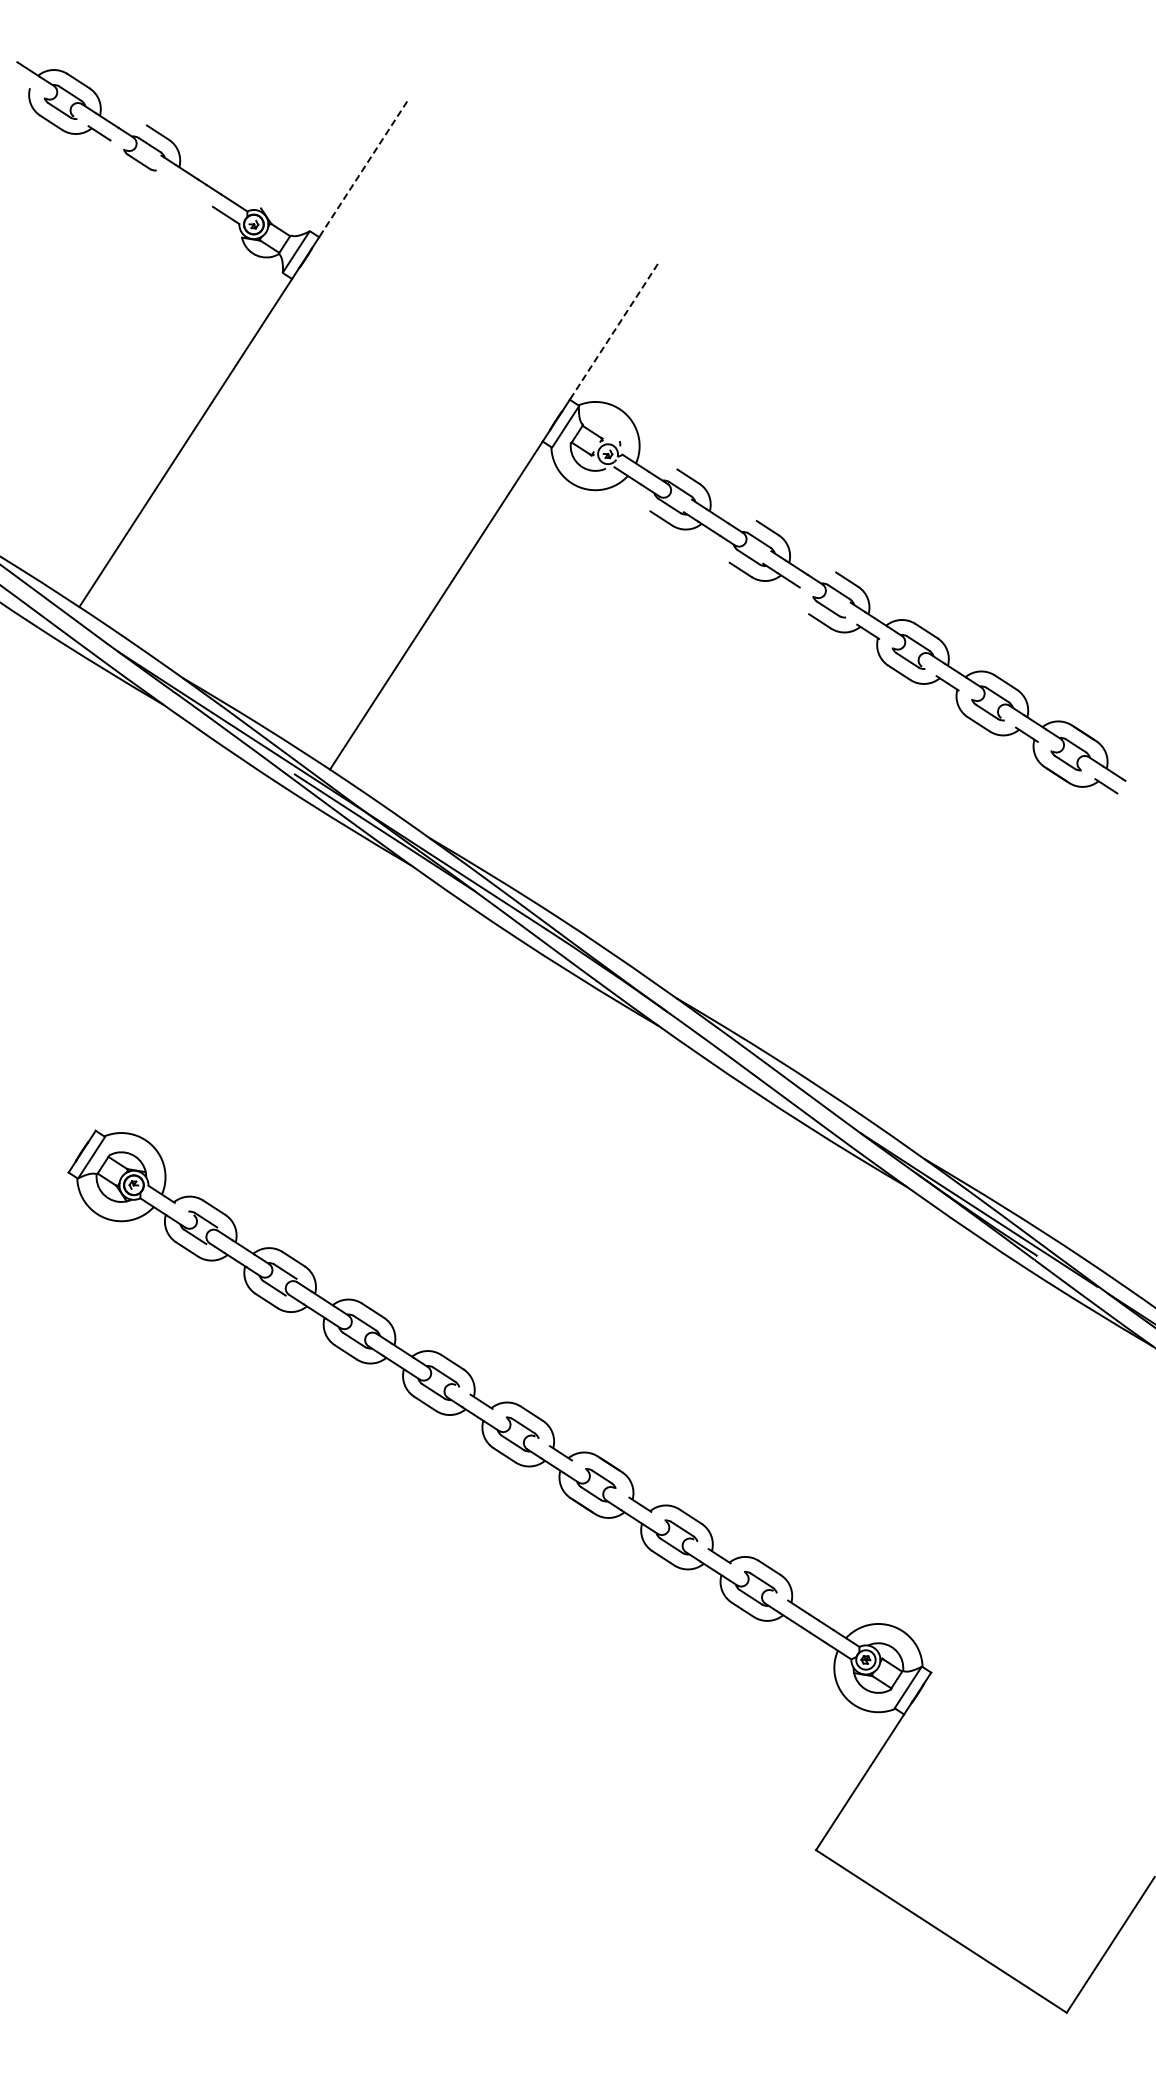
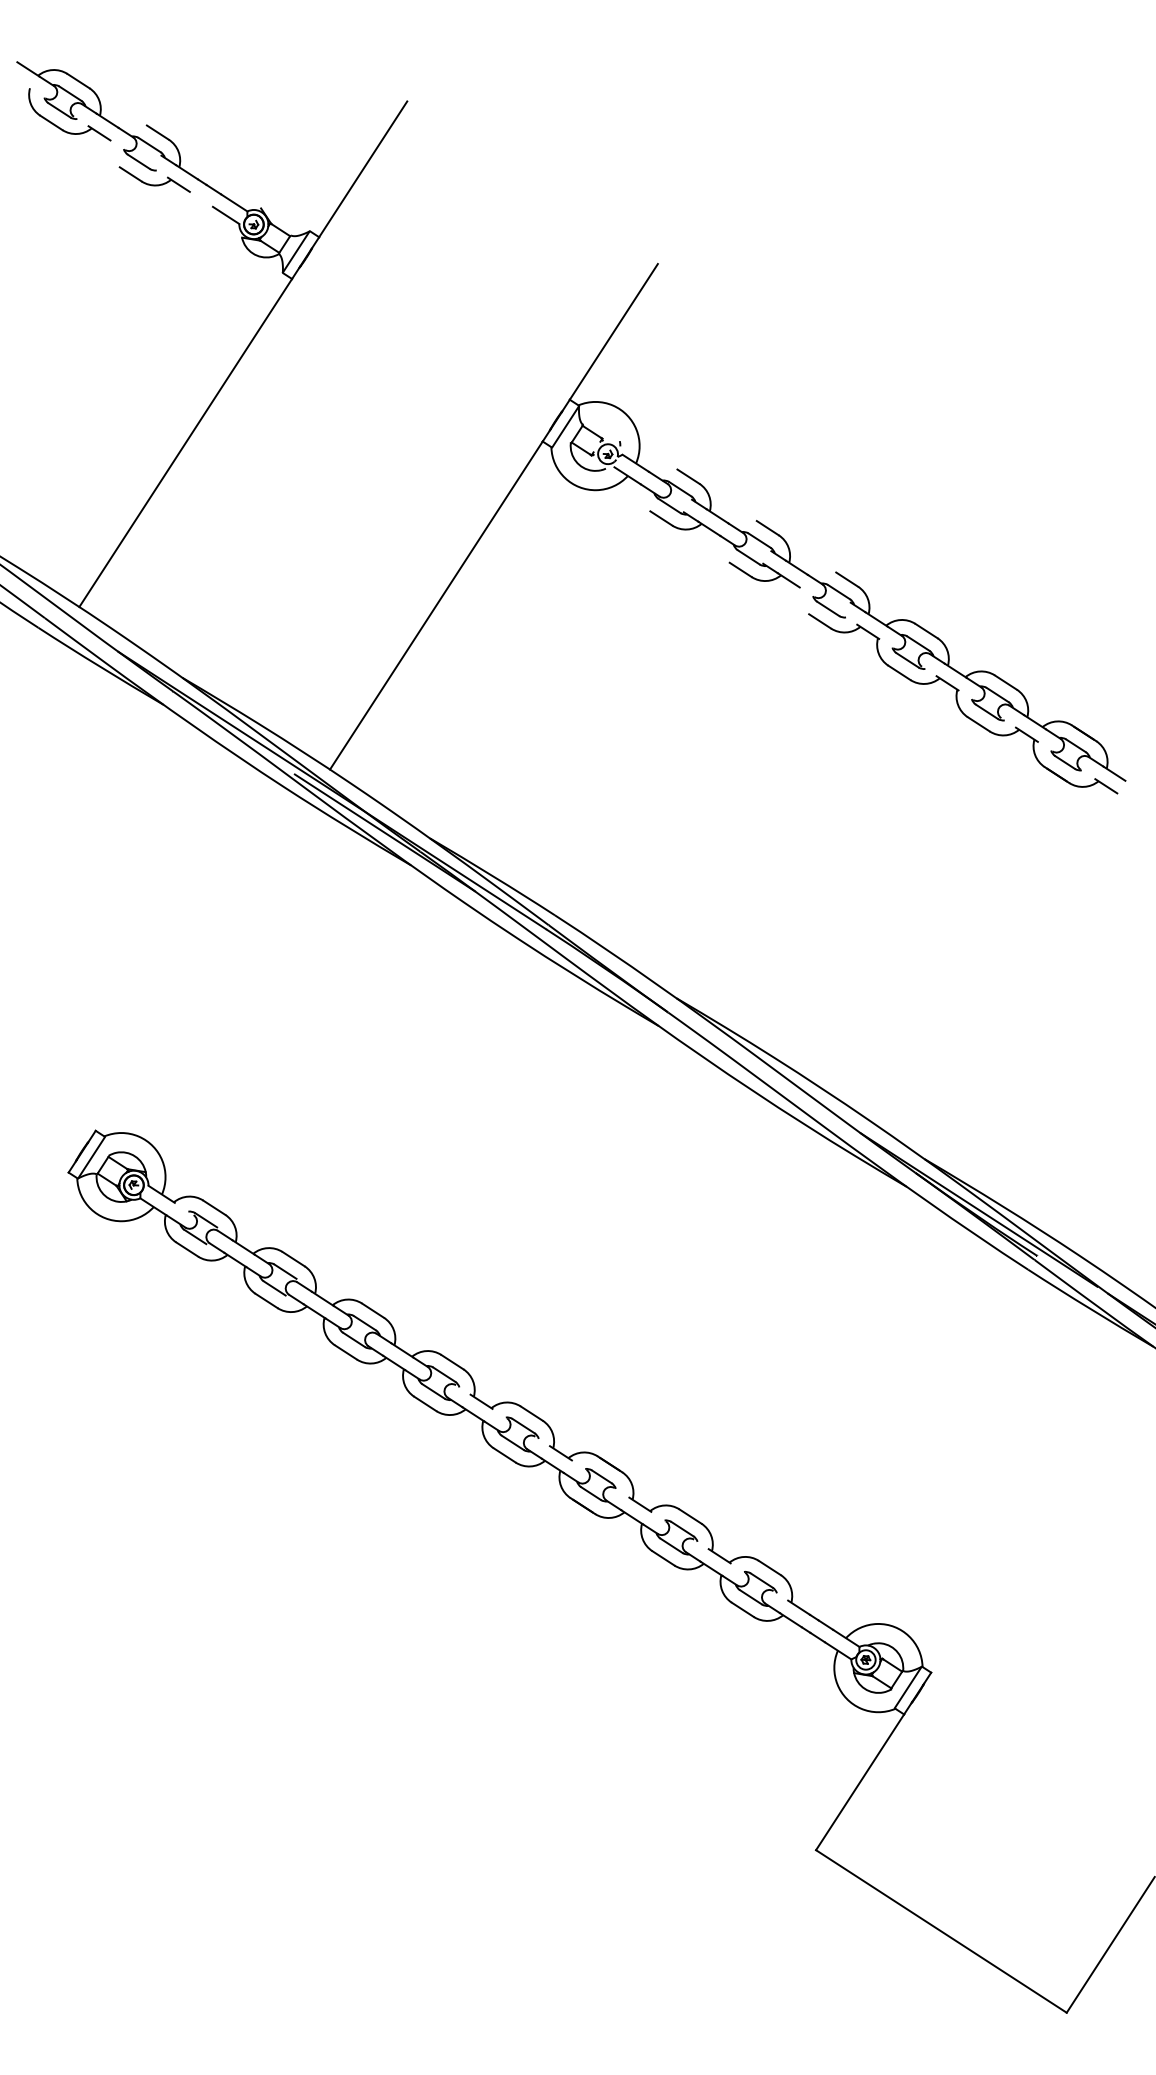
line at (363, 169): dashed -> solid
part at (154, 179): none -> present
line at (613, 331): dashed -> solid
